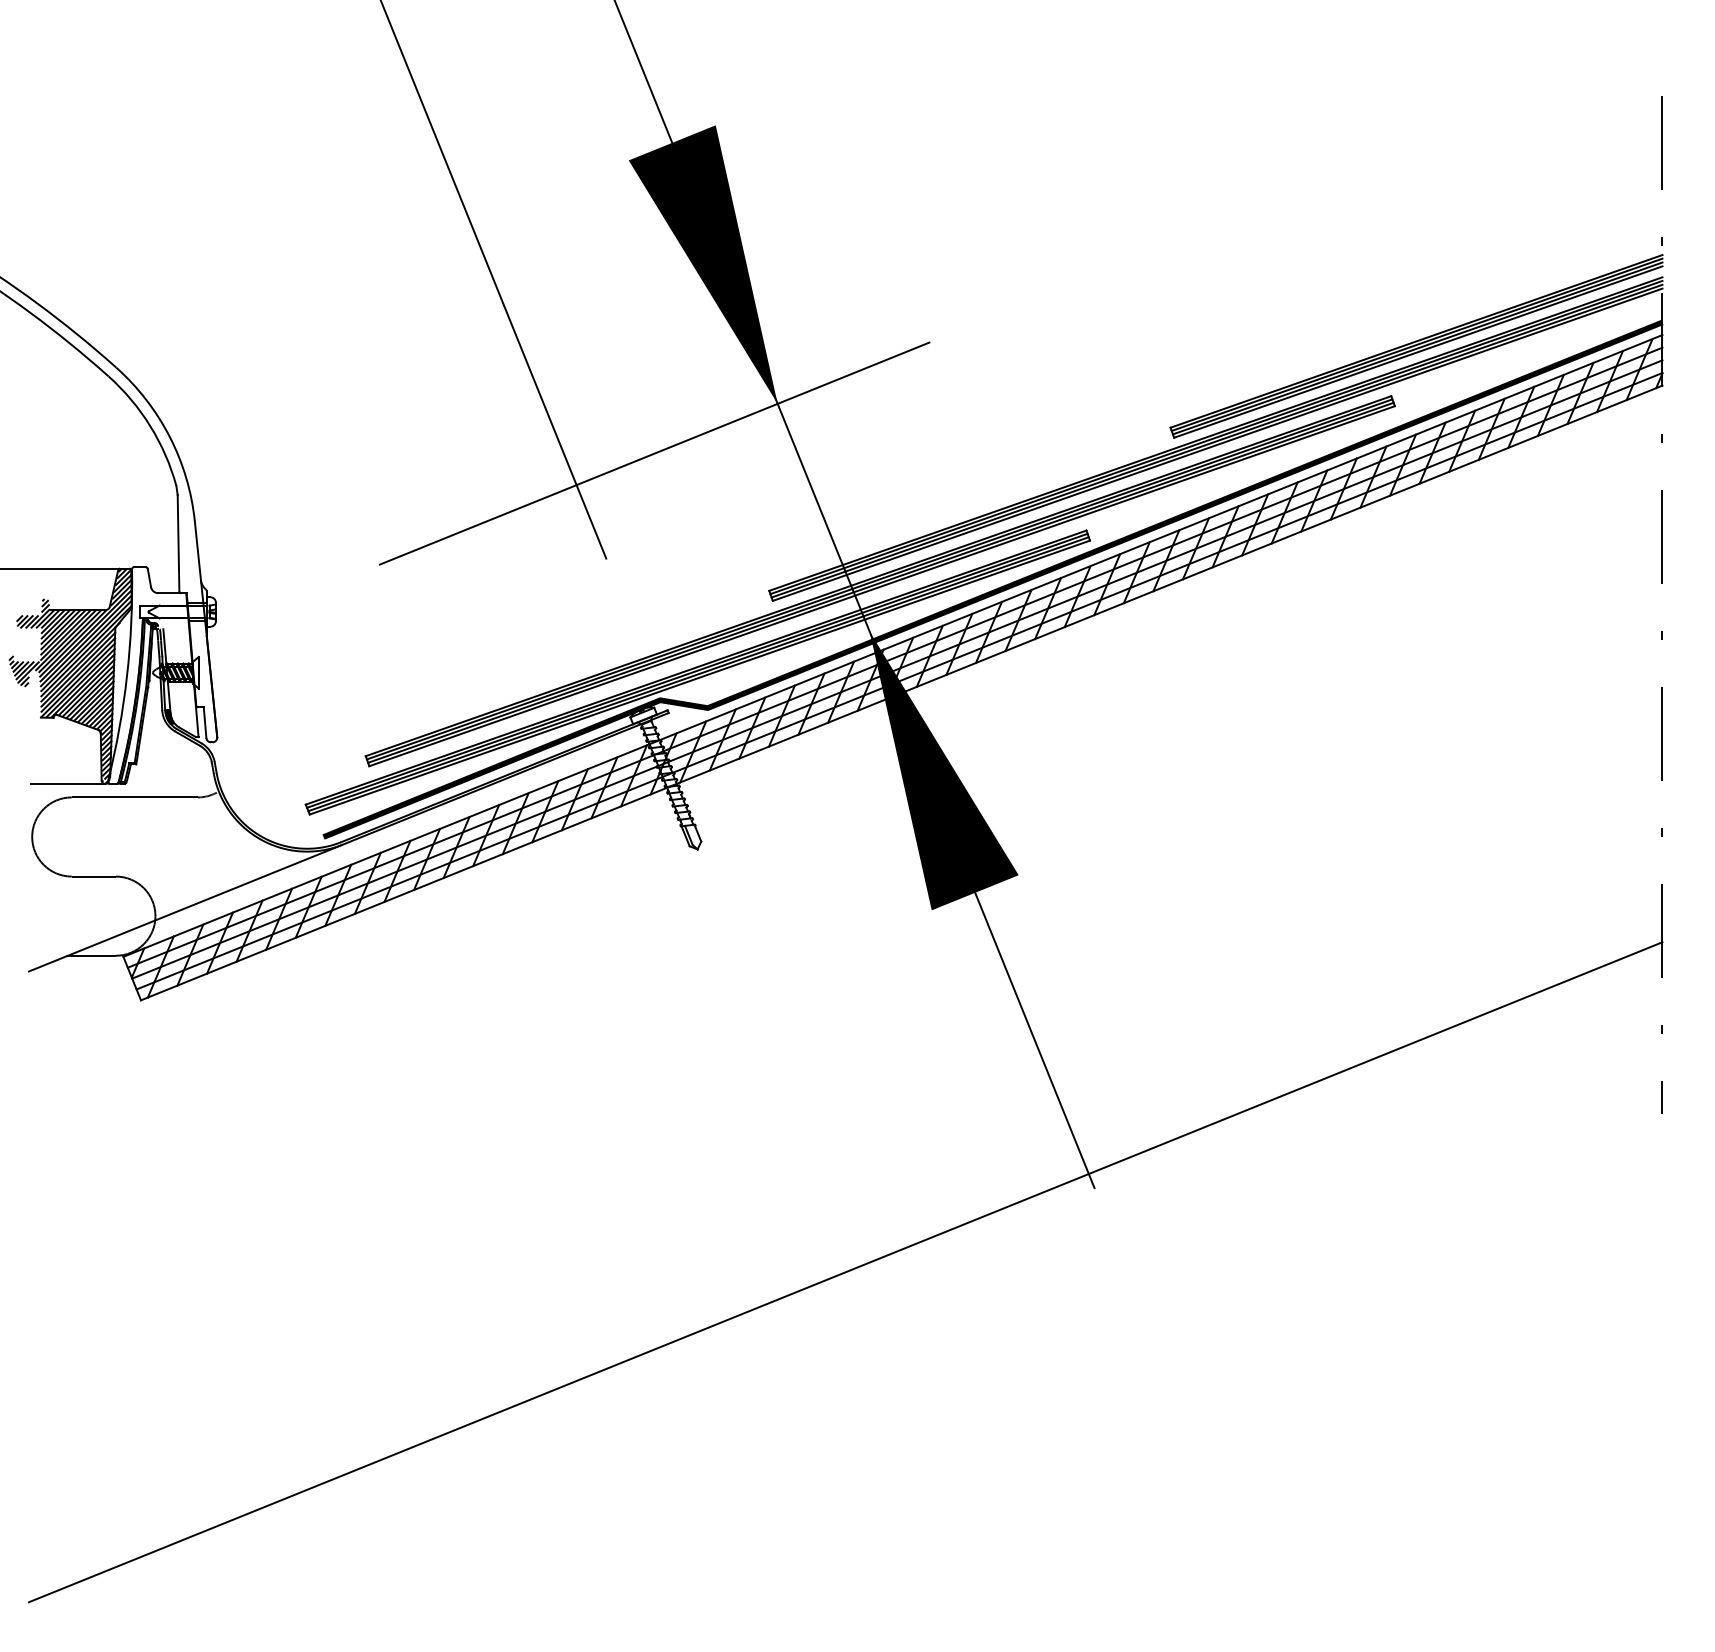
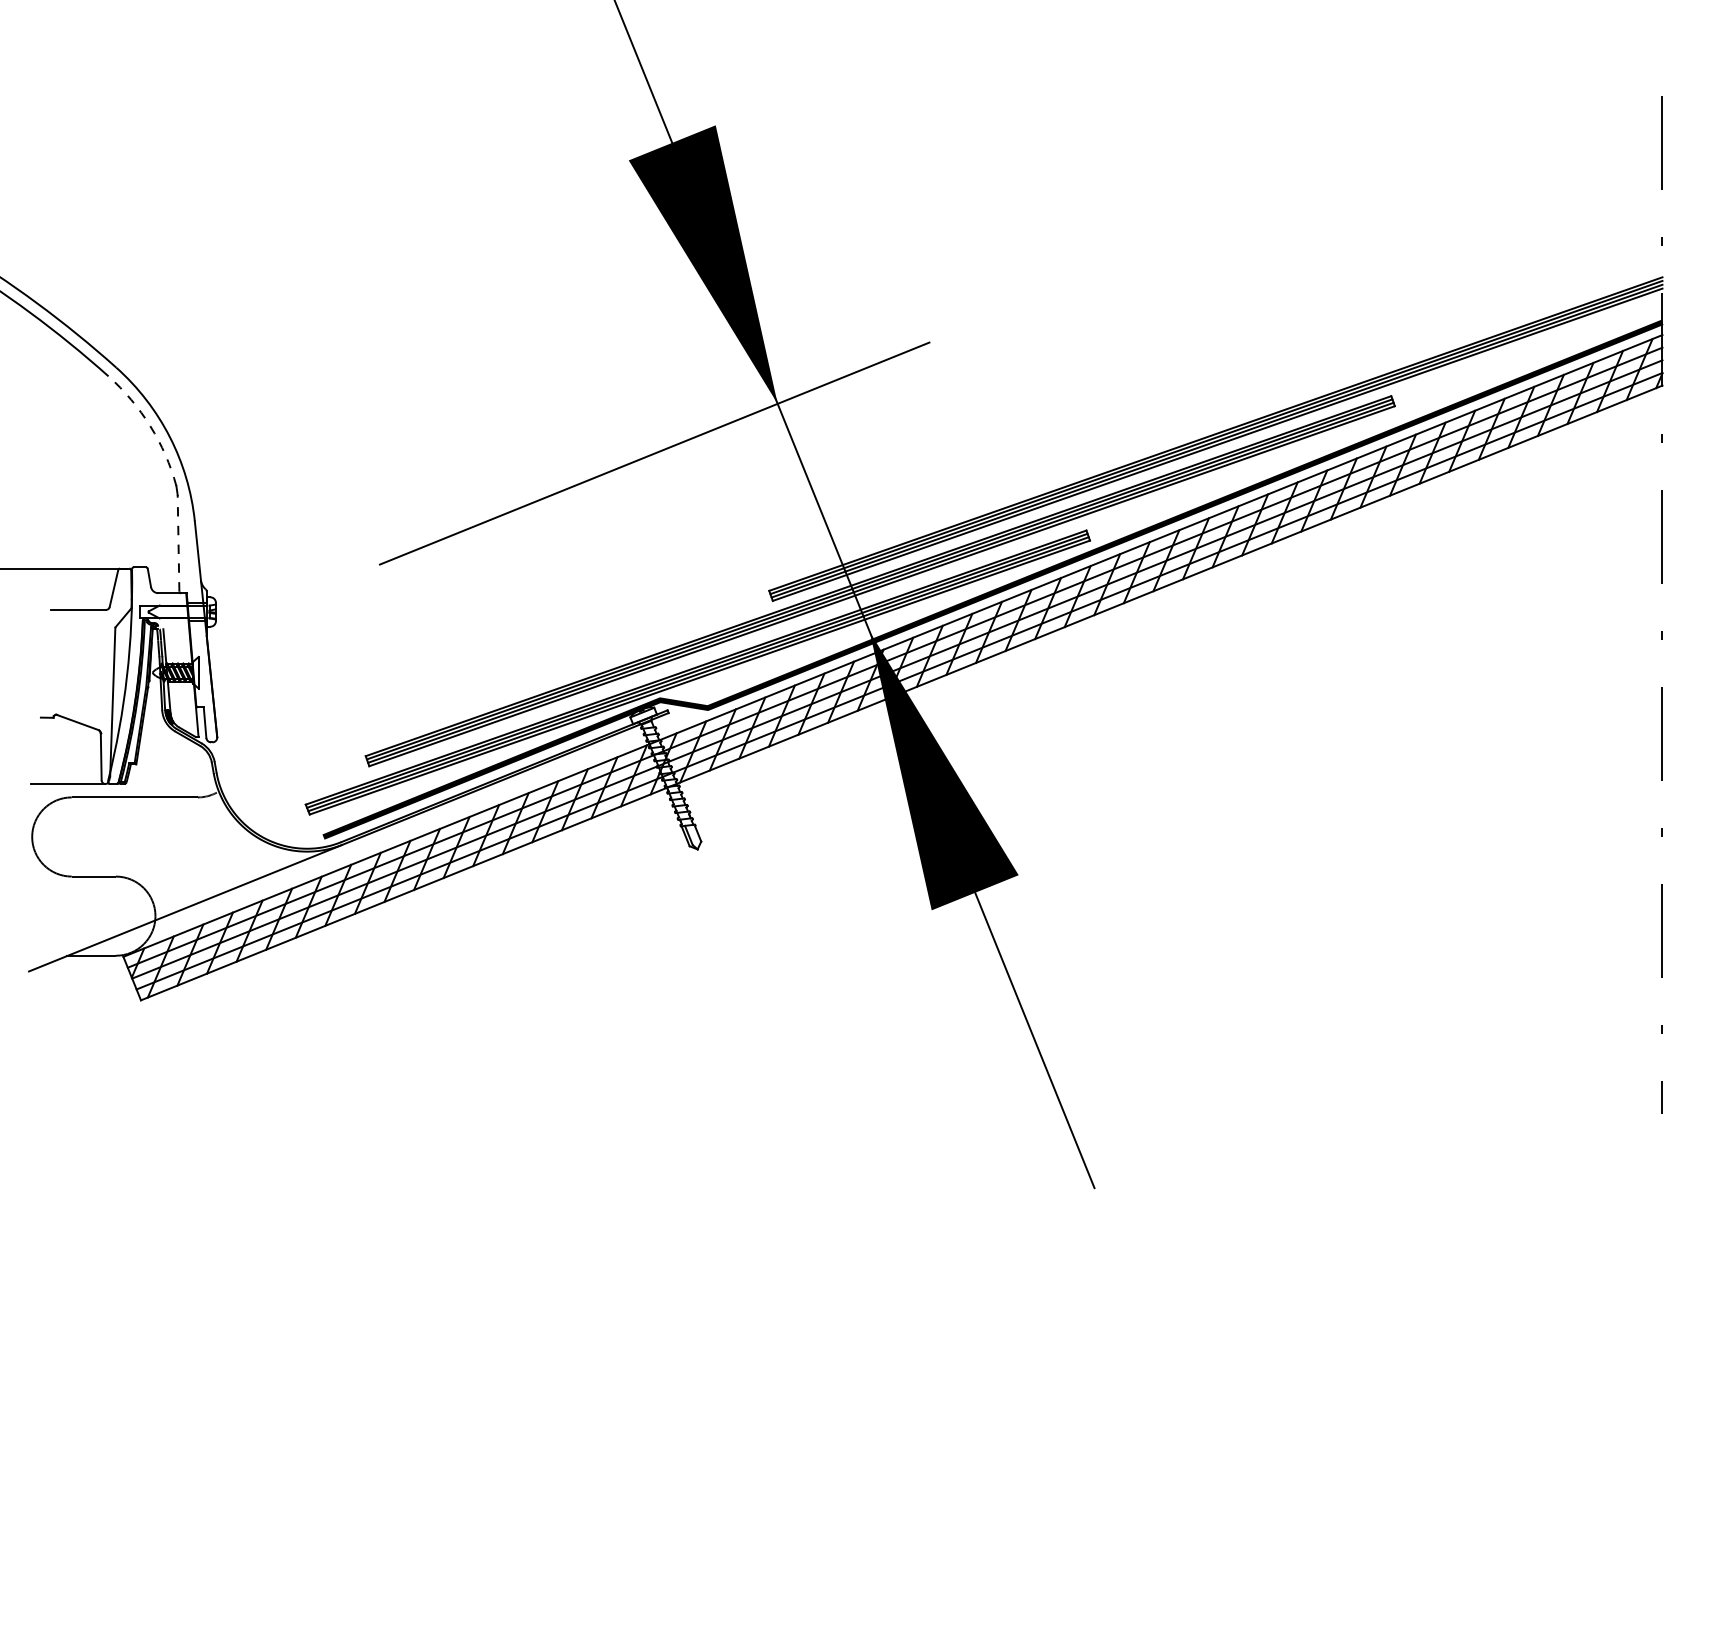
line at (493, 280): present -> none
part at (1416, 346): present -> none
arc at (150, 426): solid -> dashed
line at (178, 542): solid -> dashed
hatch at (70, 675): present -> none
line at (845, 1272): present -> none
